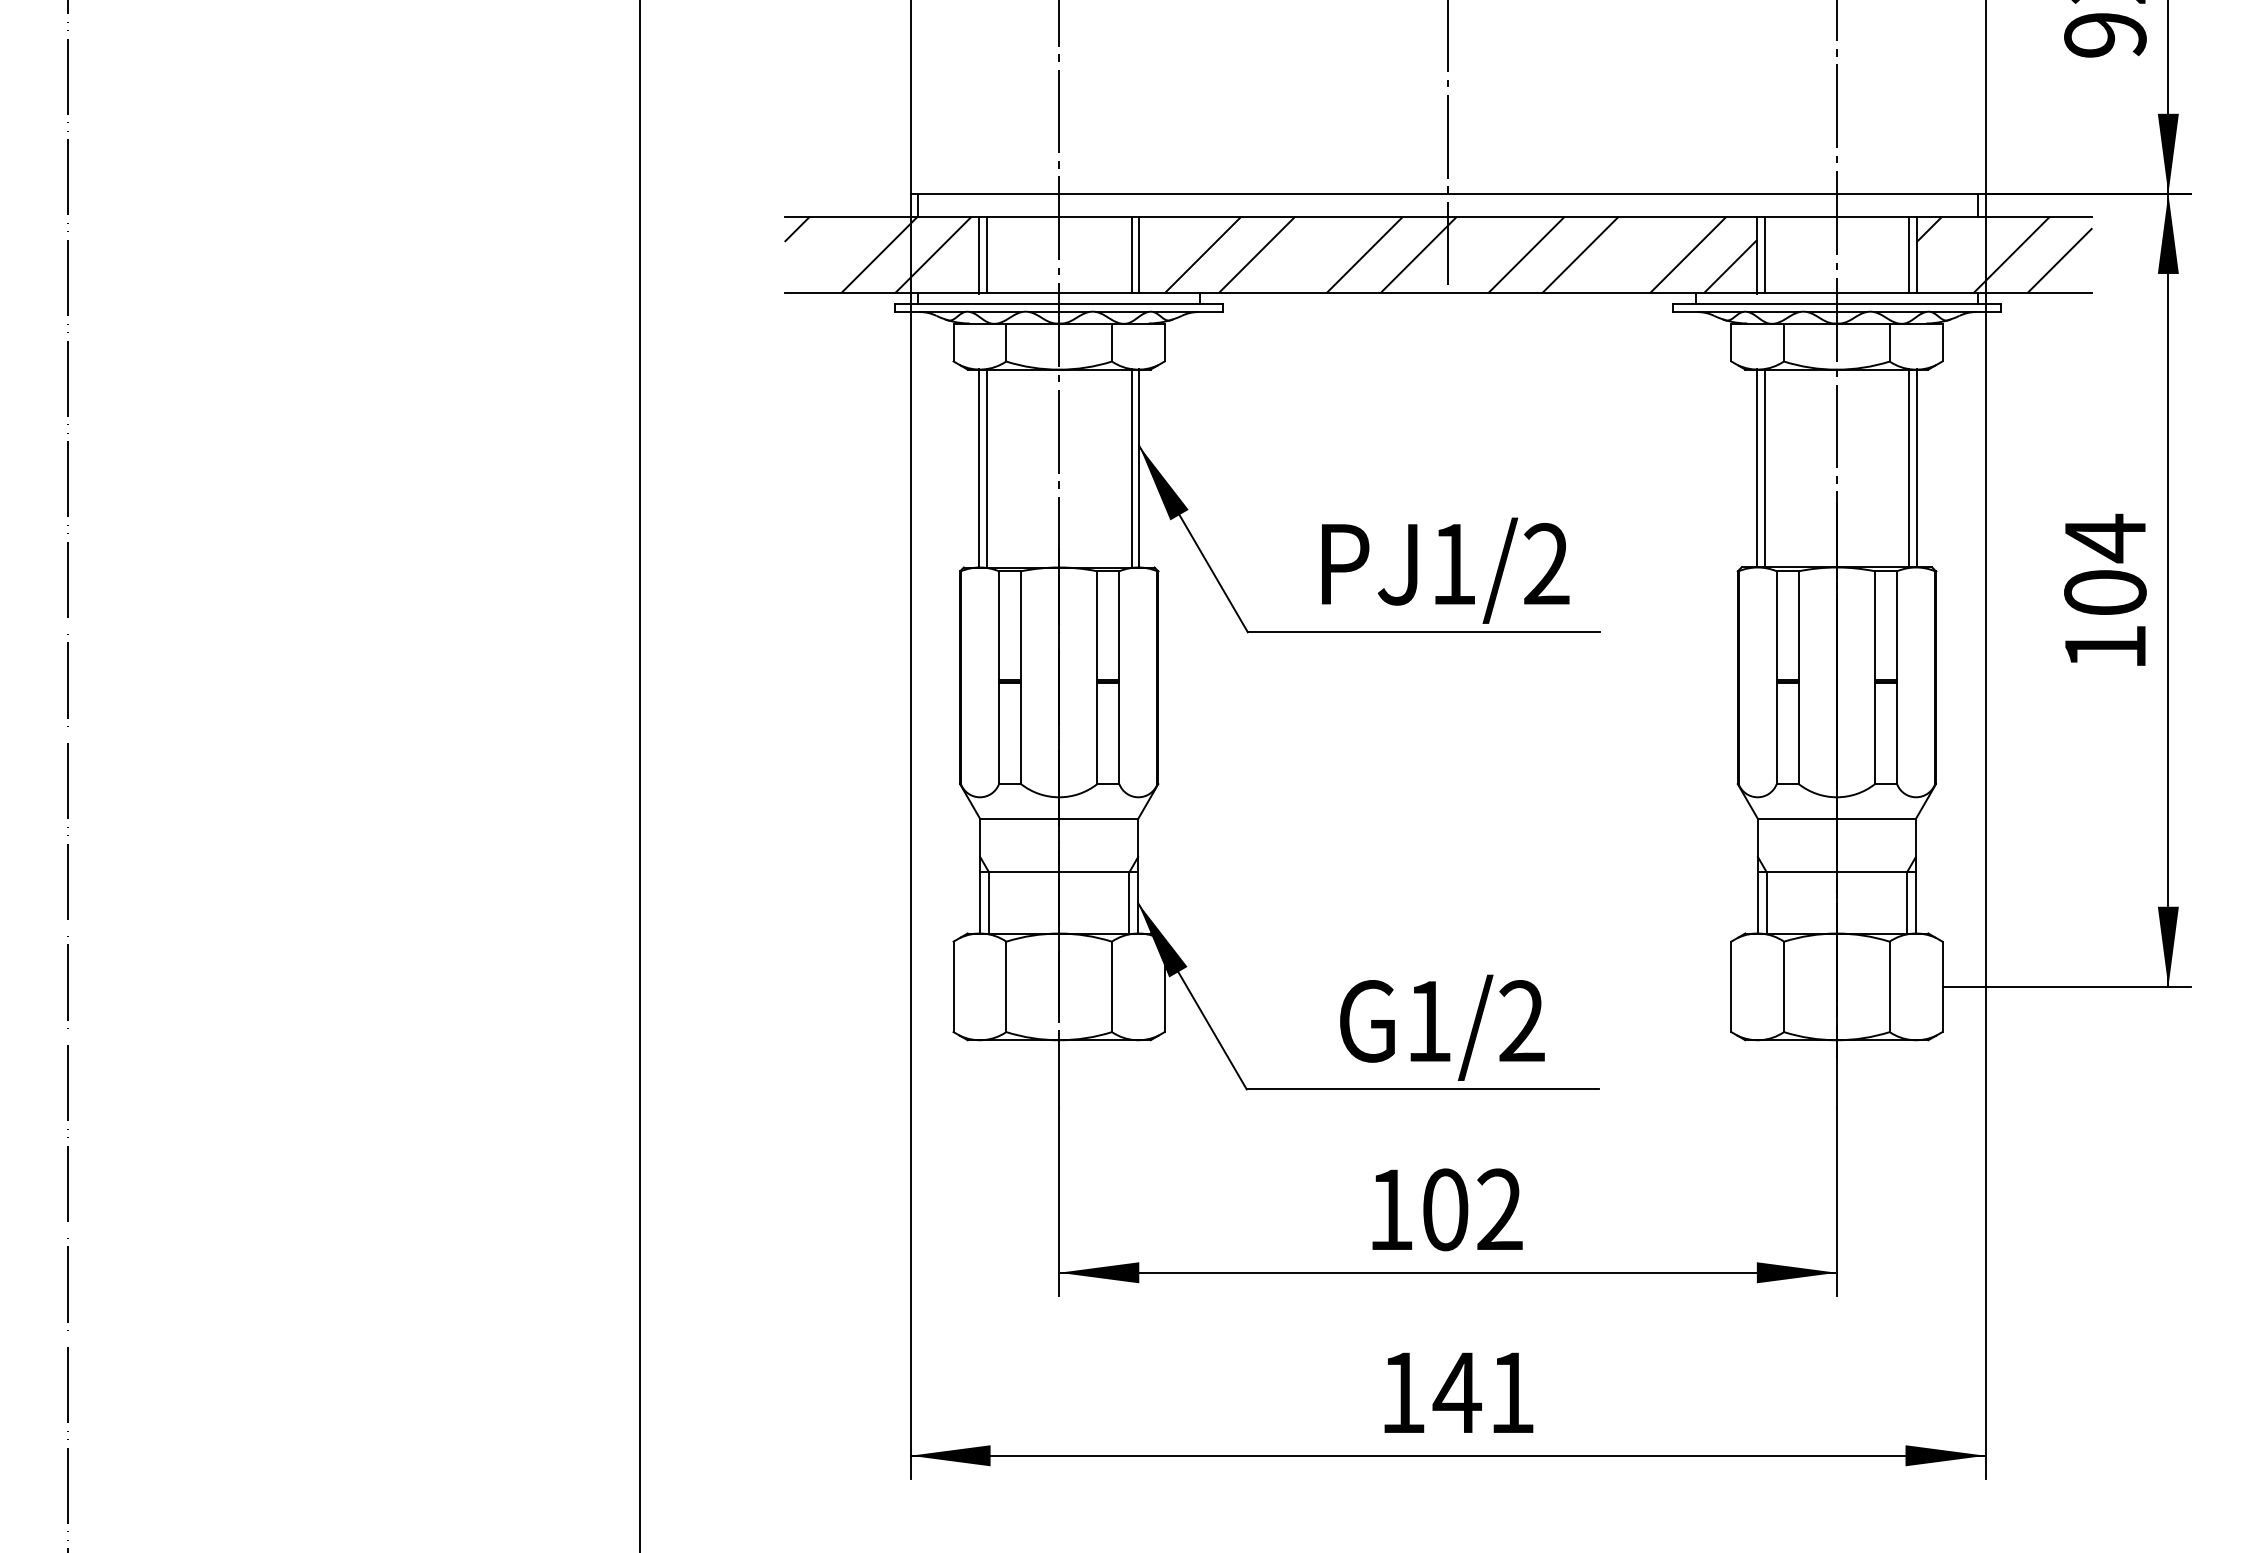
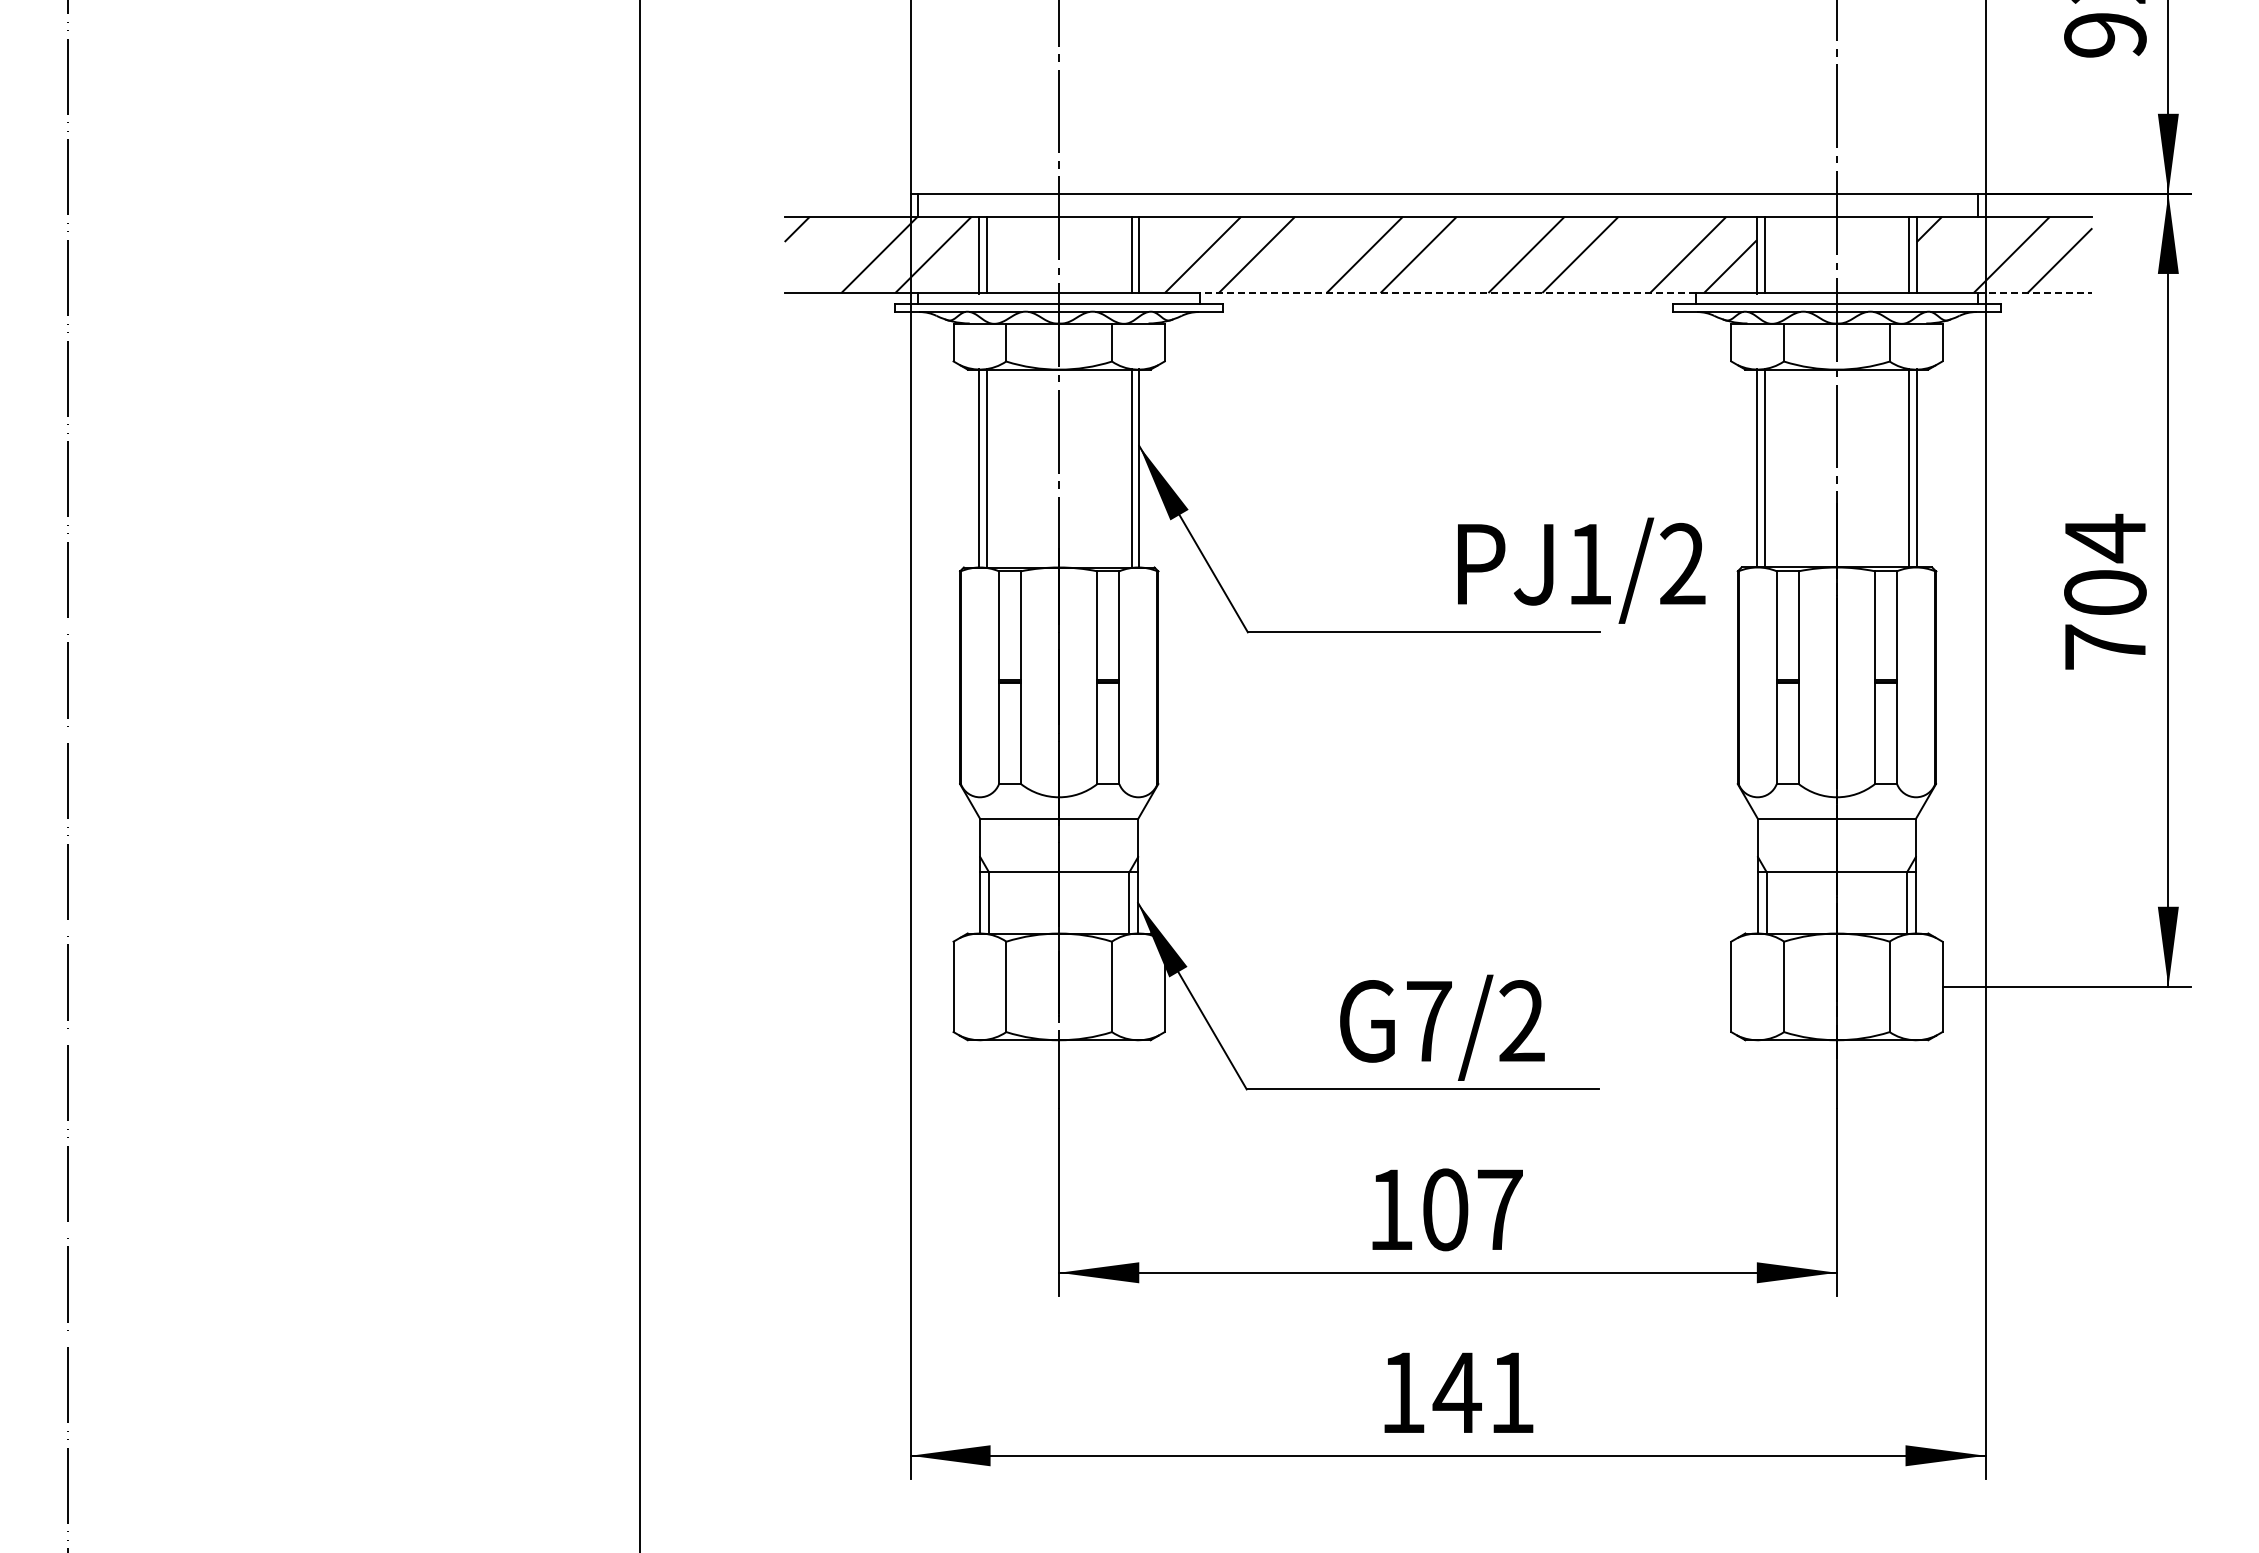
line at (1448, 143): present -> none
line at (1448, 293): solid -> dashed
line at (2035, 293): solid -> dashed
text at (1445, 570) position: (1445, 570) -> (1581, 570)
text at (2105, 646): 104 -> 704
text at (1429, 1021): G1/2 -> G7/2
text at (1499, 1208): 102 -> 107
